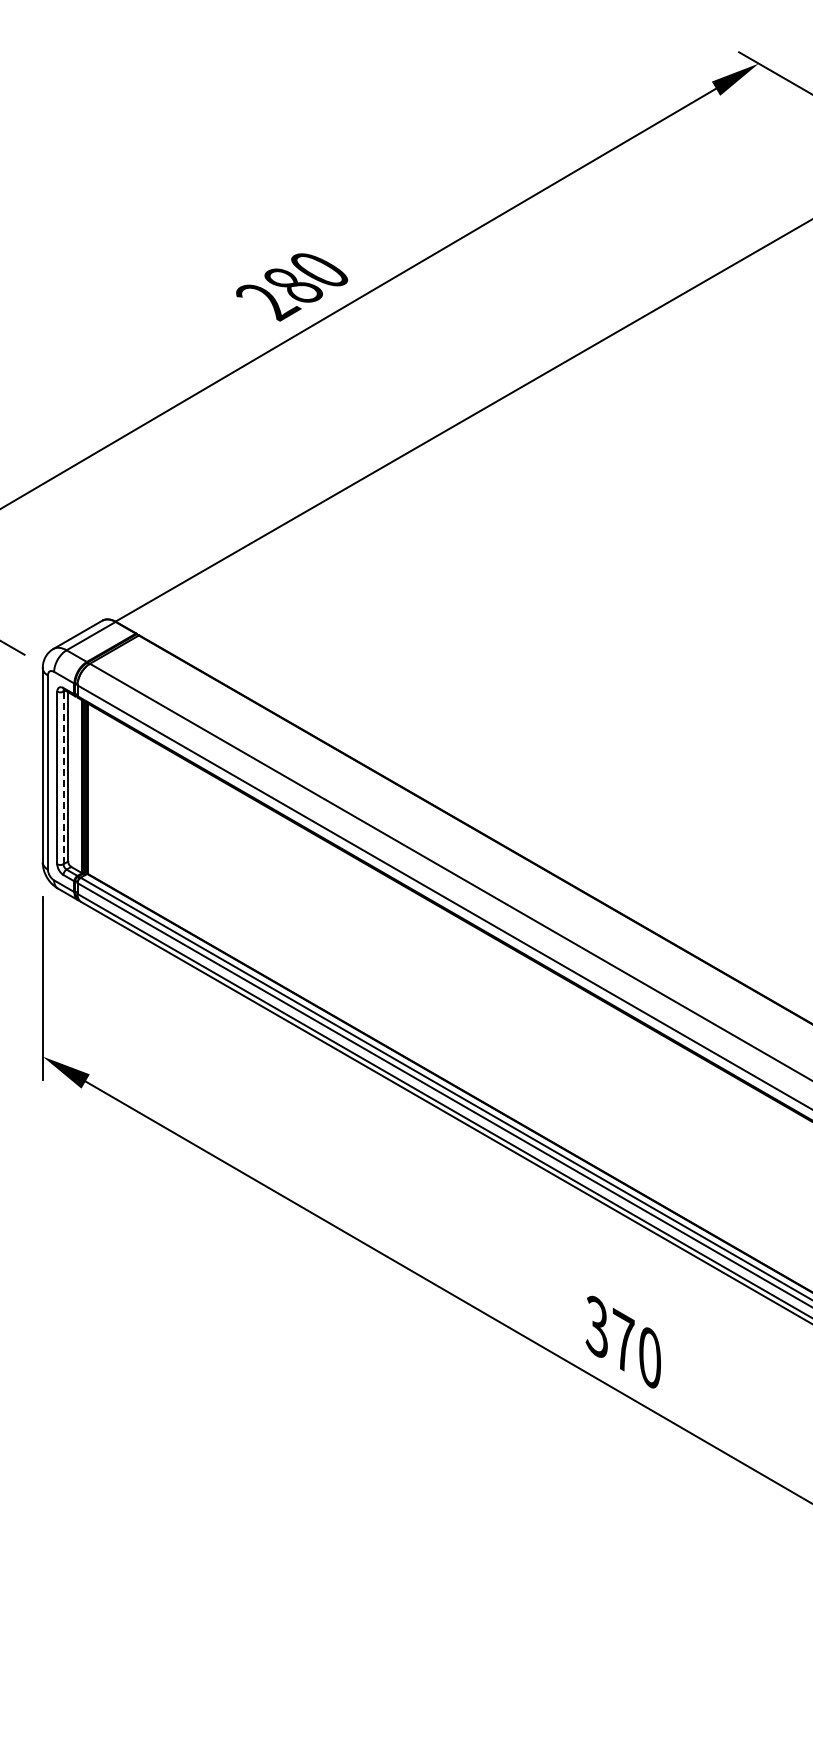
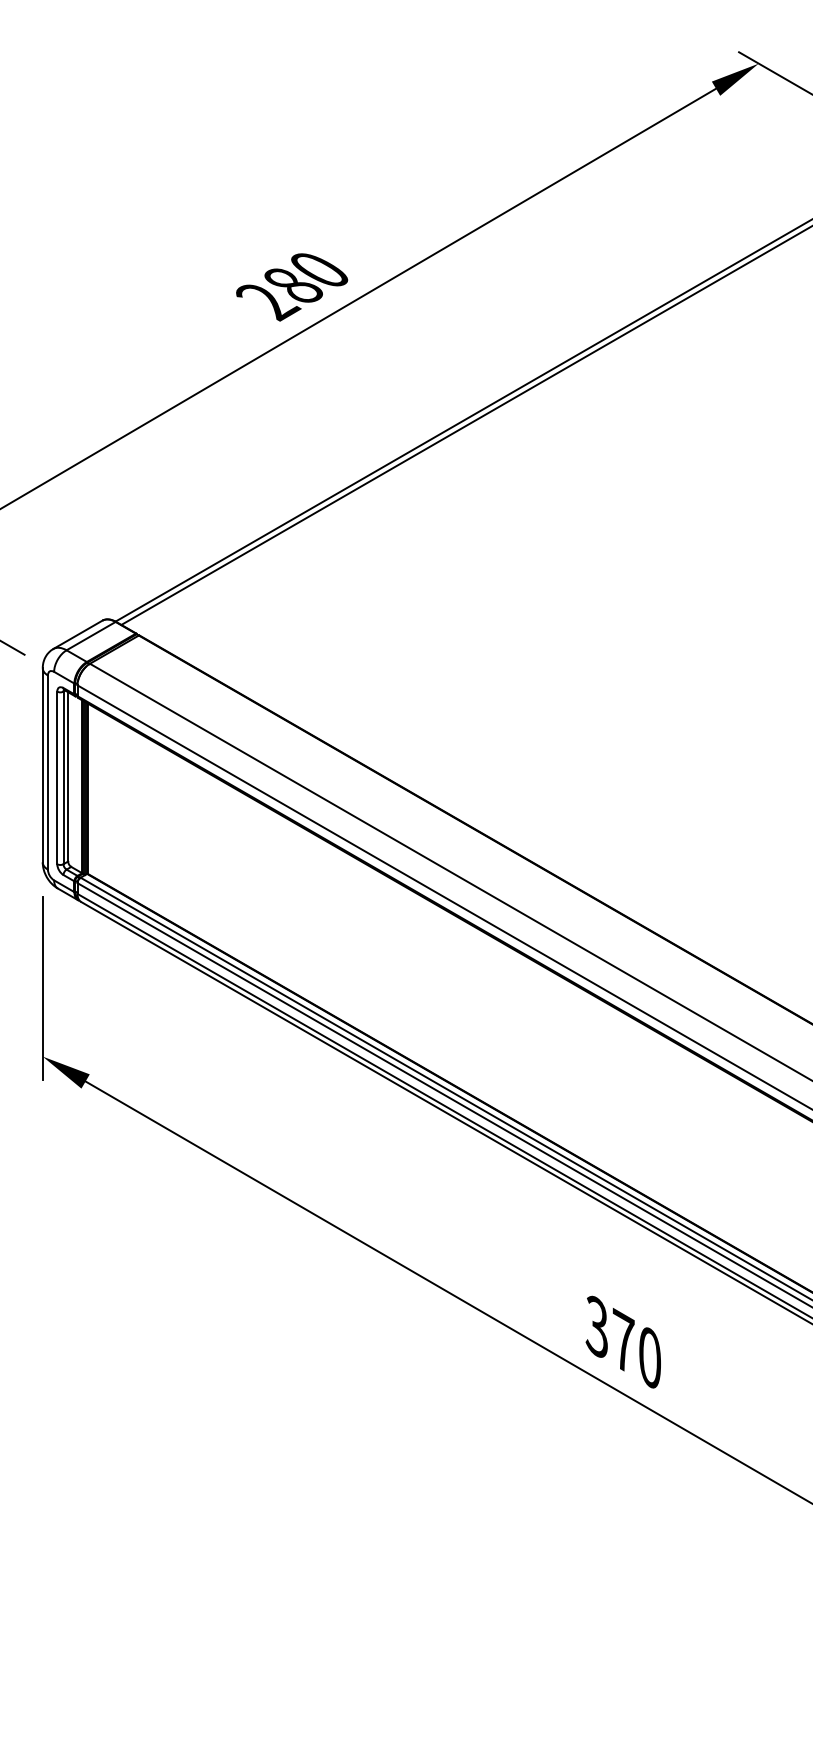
line at (465, 425): none -> present
line at (63, 777): dashed -> solid
